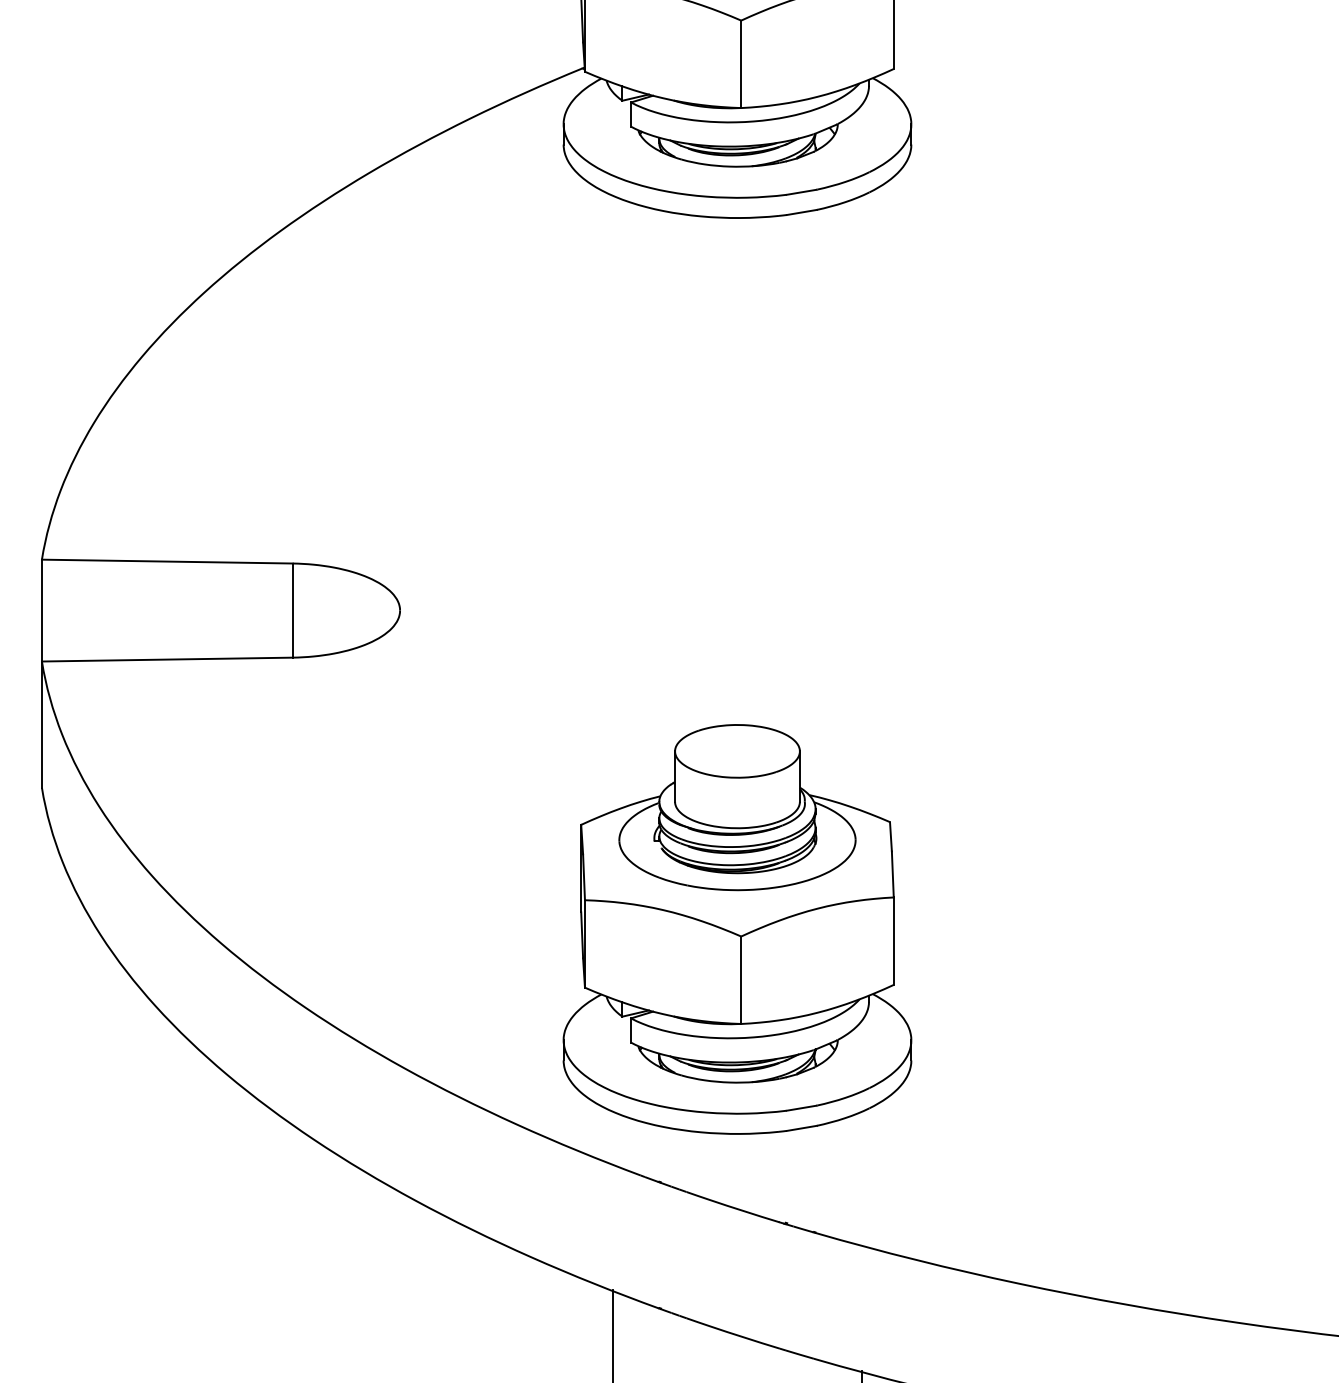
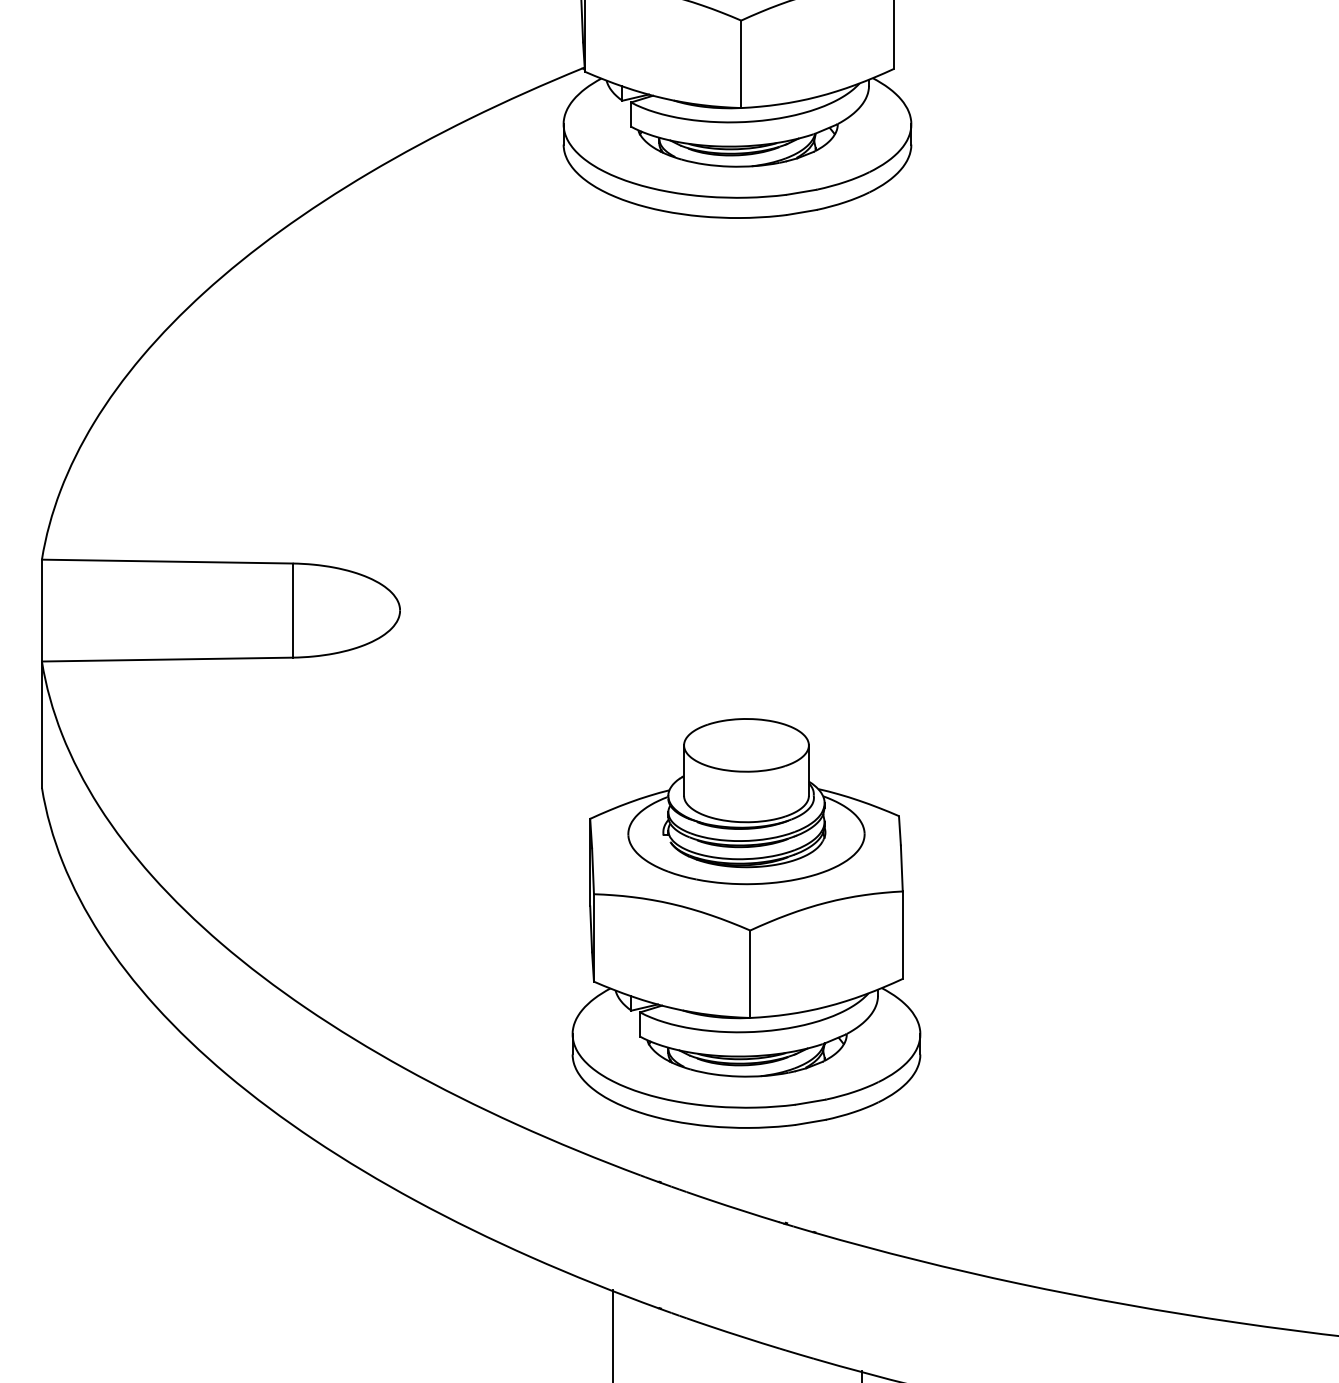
part at (737, 929) position: (737, 929) -> (746, 923)
